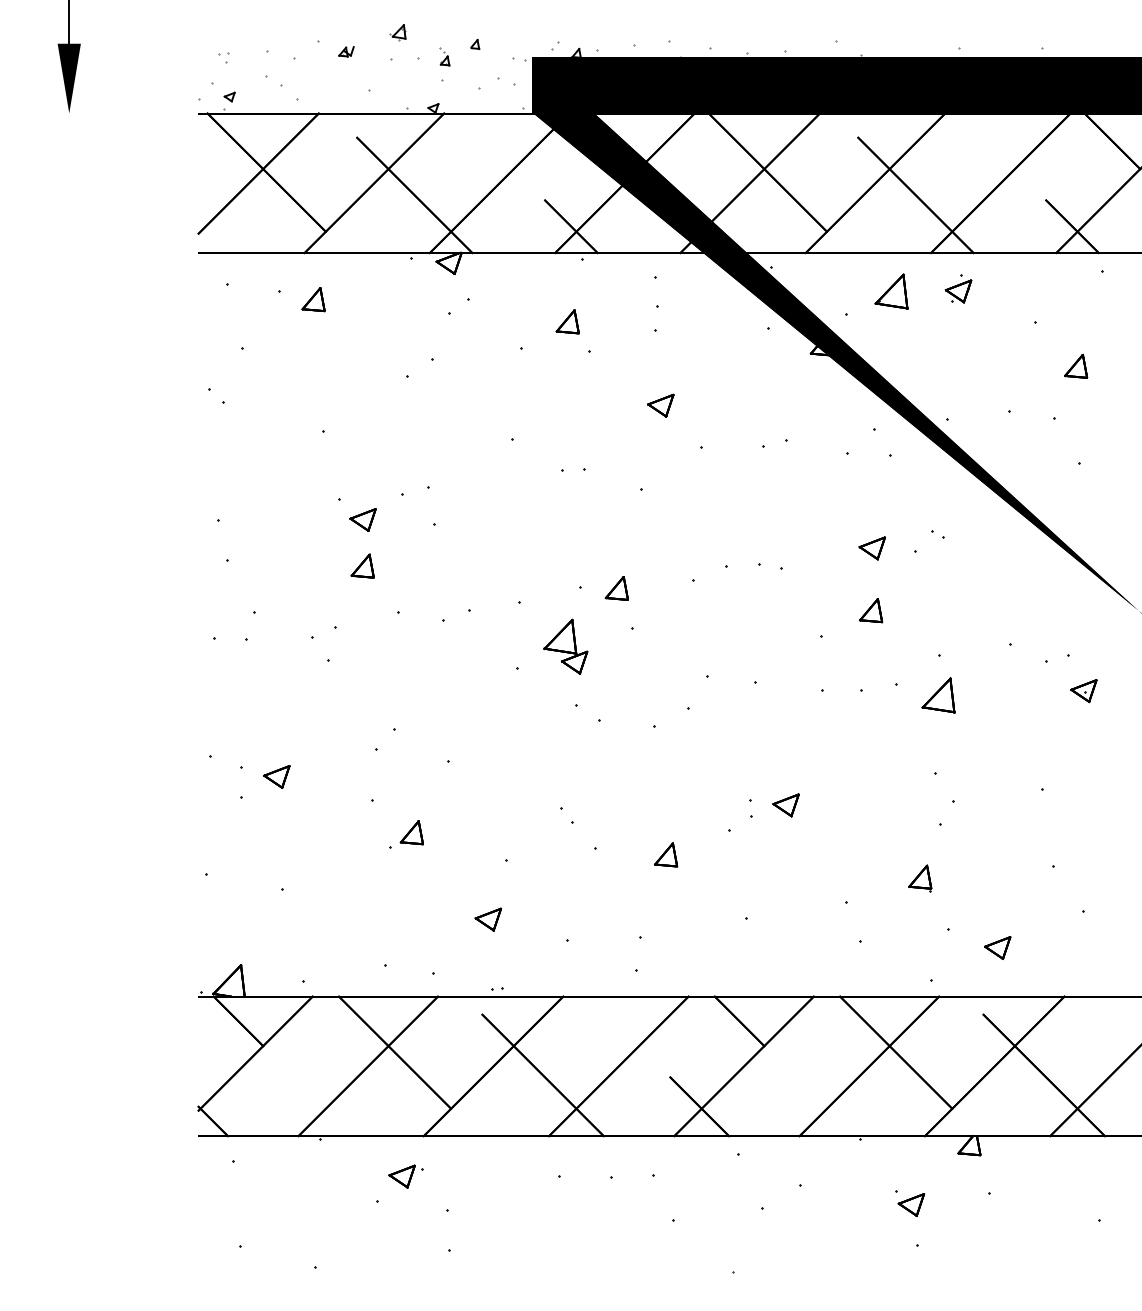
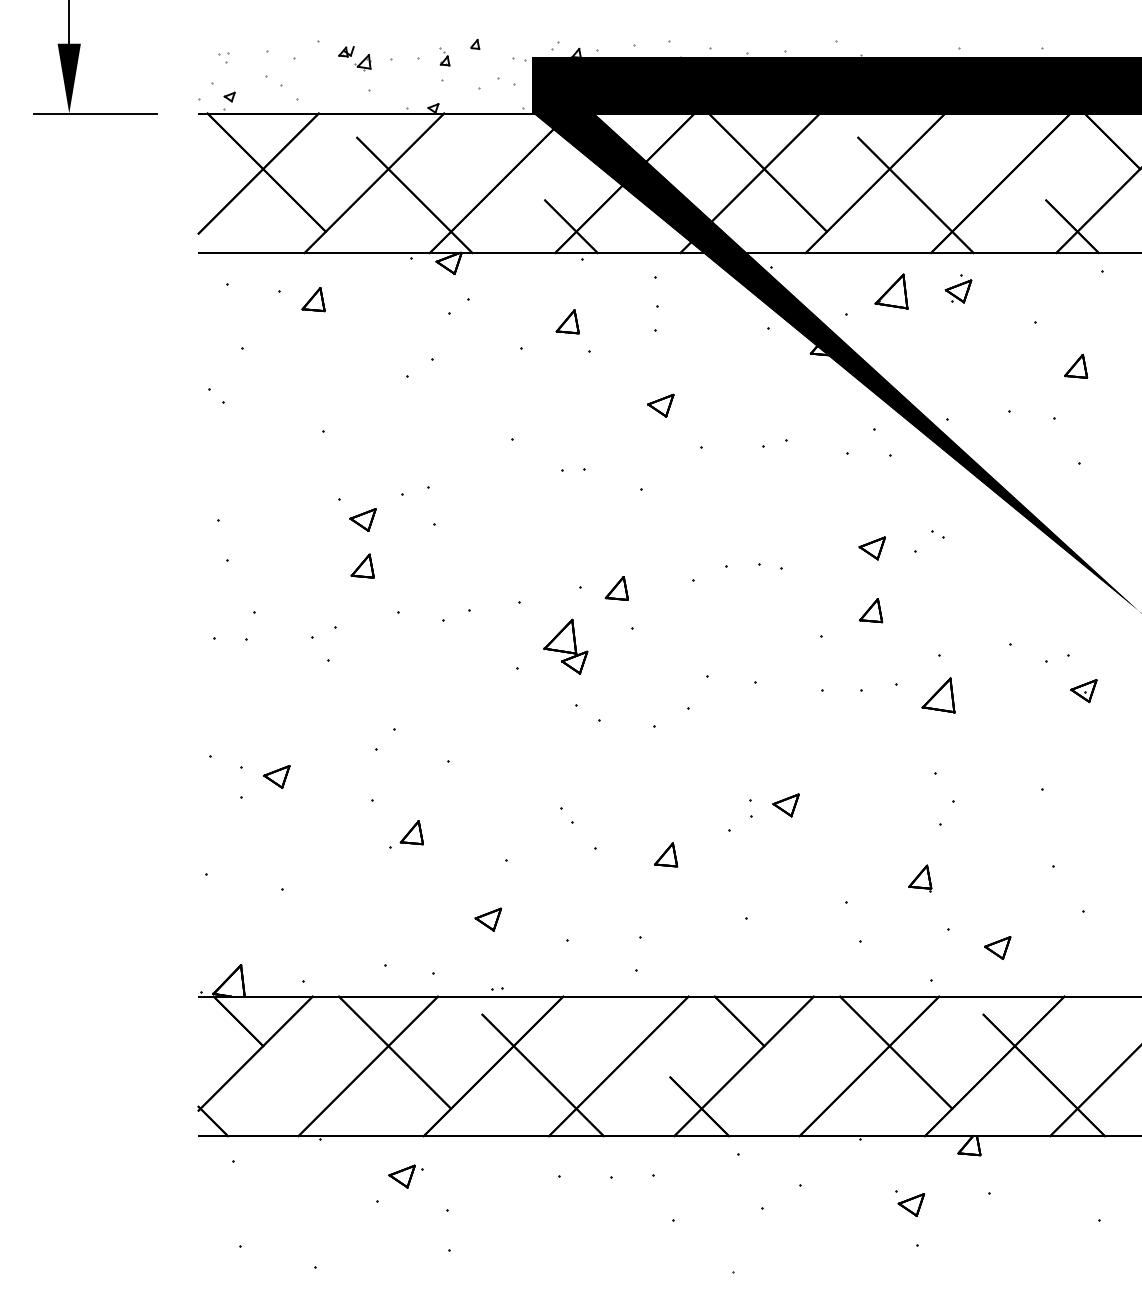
part at (397, 32) position: (397, 32) -> (362, 62)
line at (95, 113): none -> present
